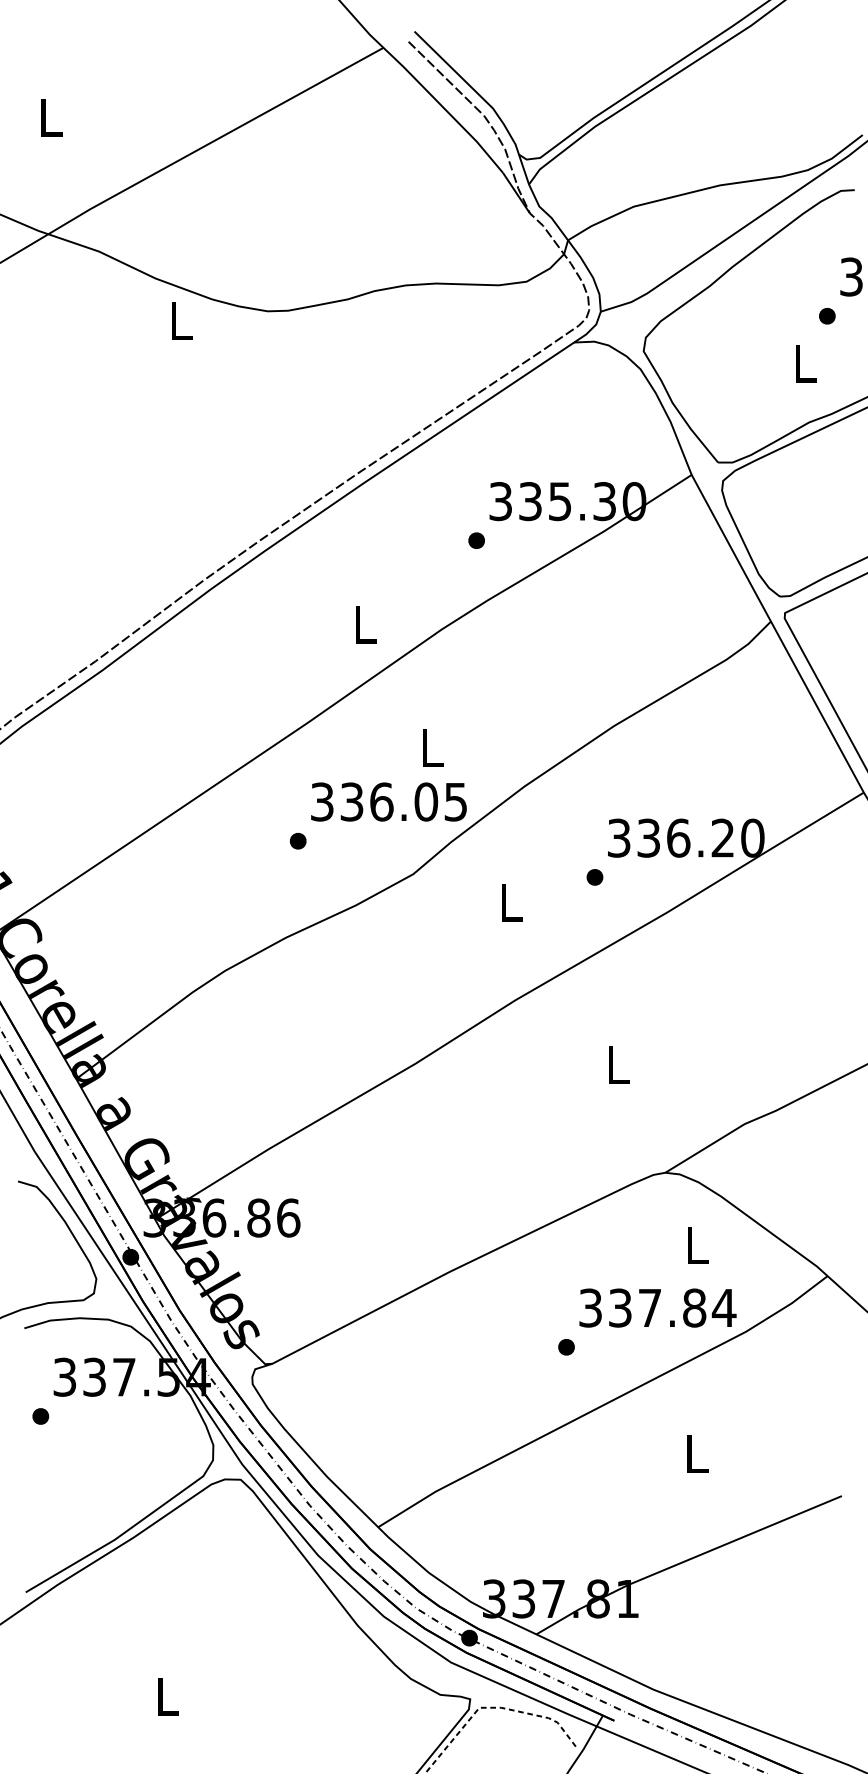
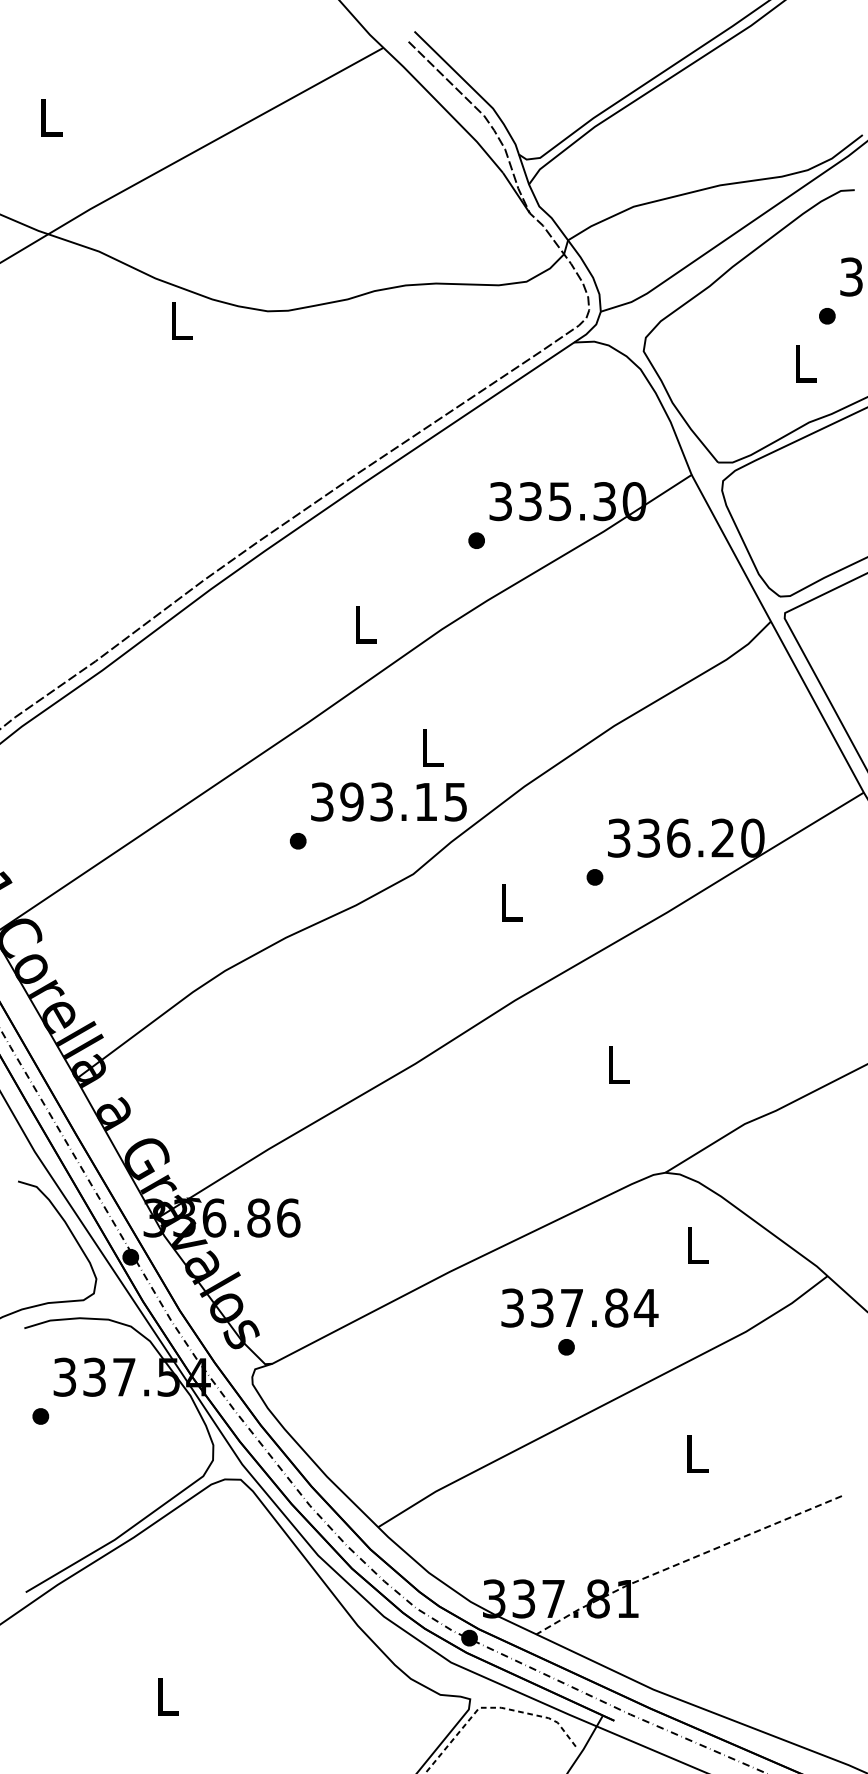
text at (389, 801): 336.05 -> 393.15
text at (657, 1307) position: (657, 1307) -> (579, 1307)
line at (685, 1561): solid -> dashed
